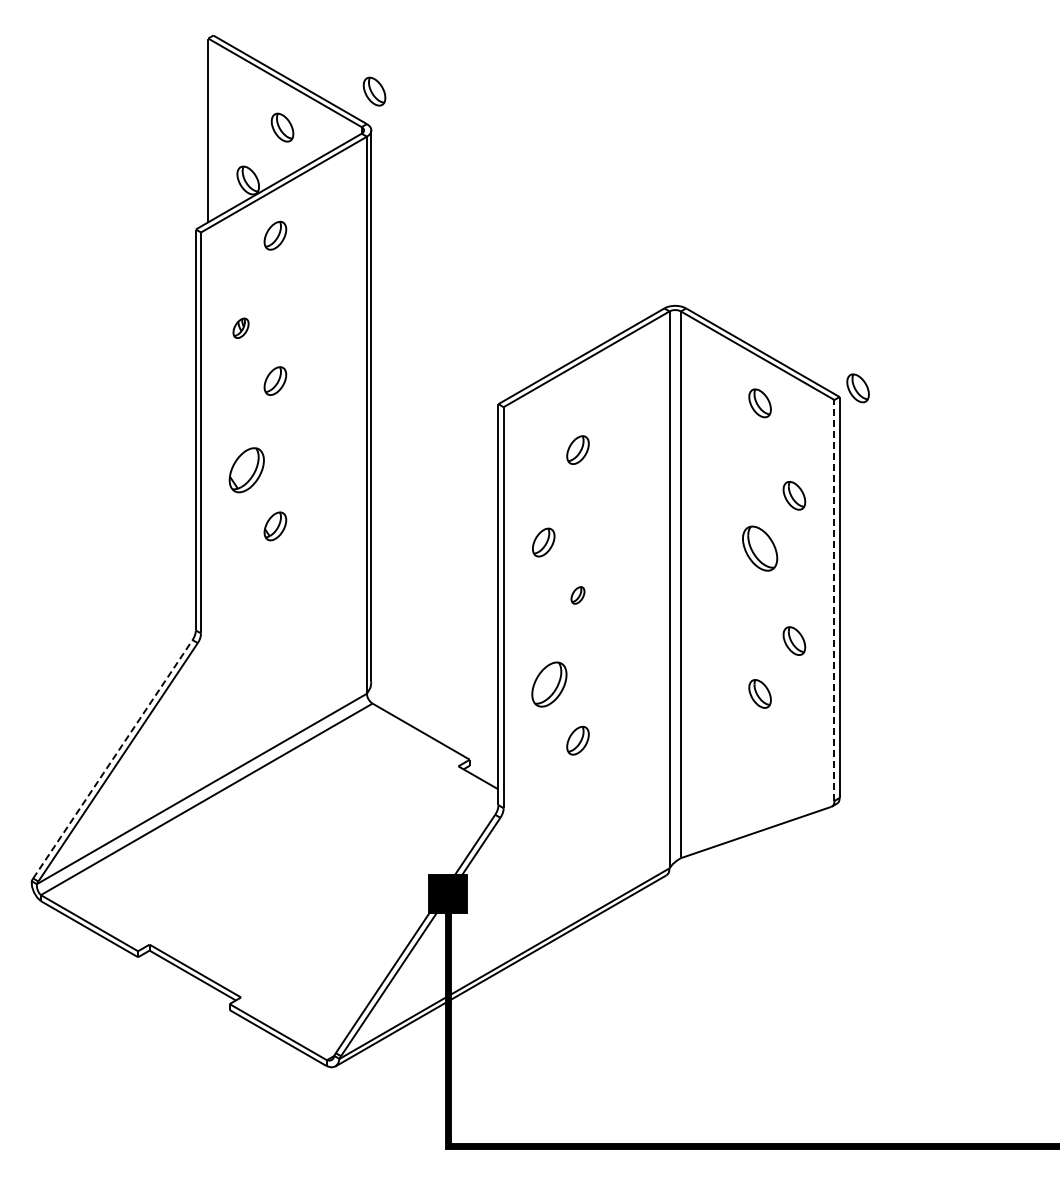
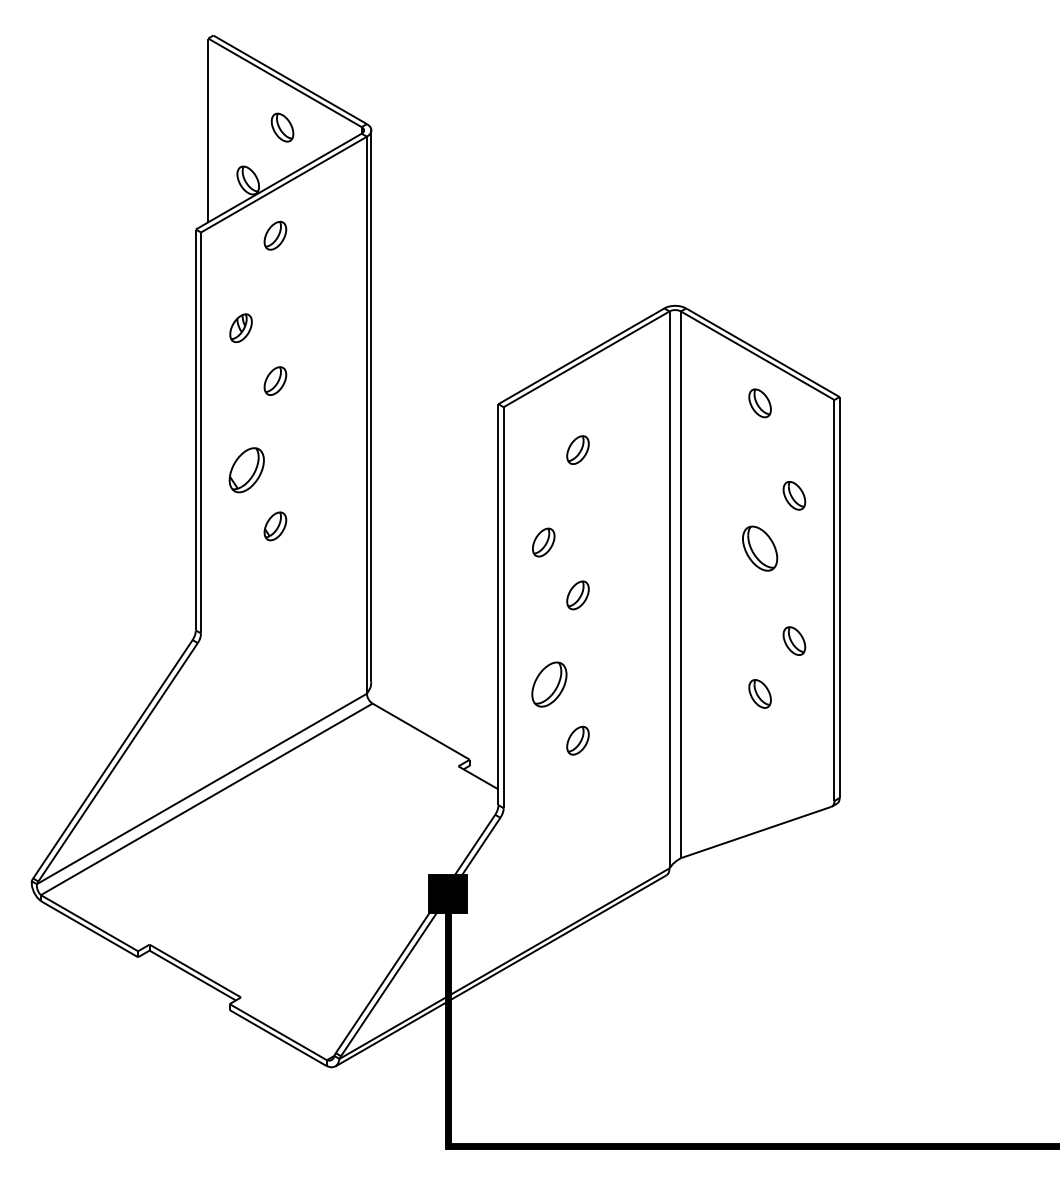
part at (374, 91): present -> none
part at (240, 327) size: 18x22 px -> 24x31 px
part at (857, 388): present -> none
part at (577, 595) size: 16x19 px -> 24x31 px
line at (834, 600): dashed -> solid
line at (113, 758): dashed -> solid
